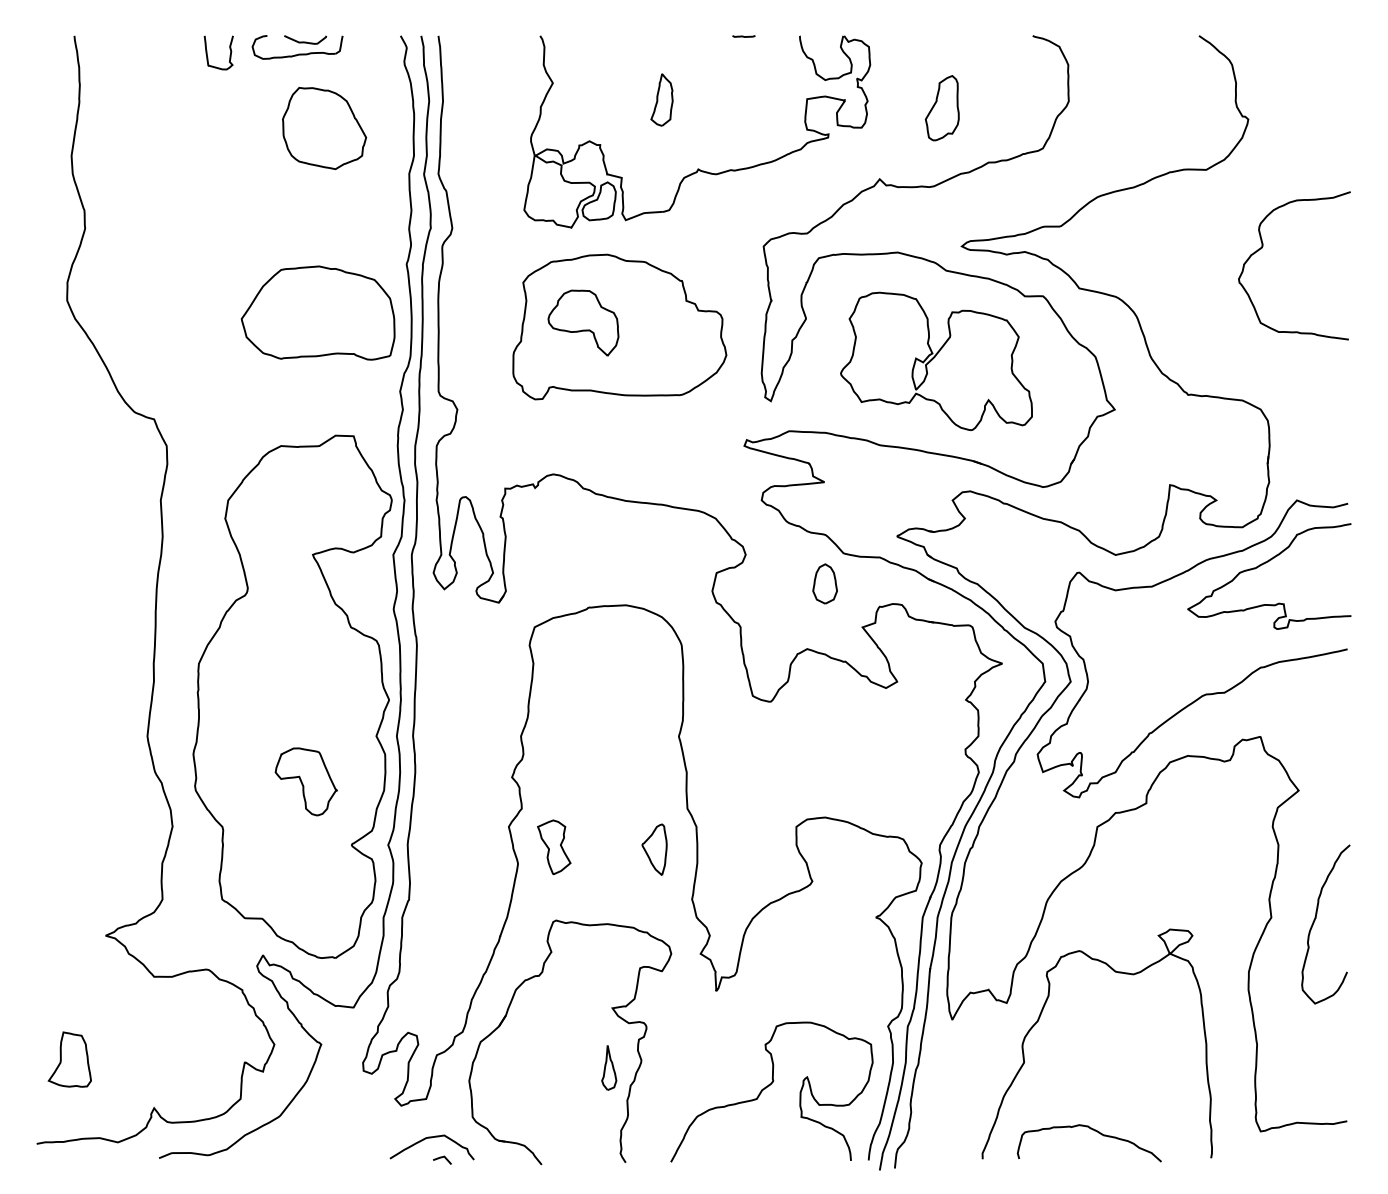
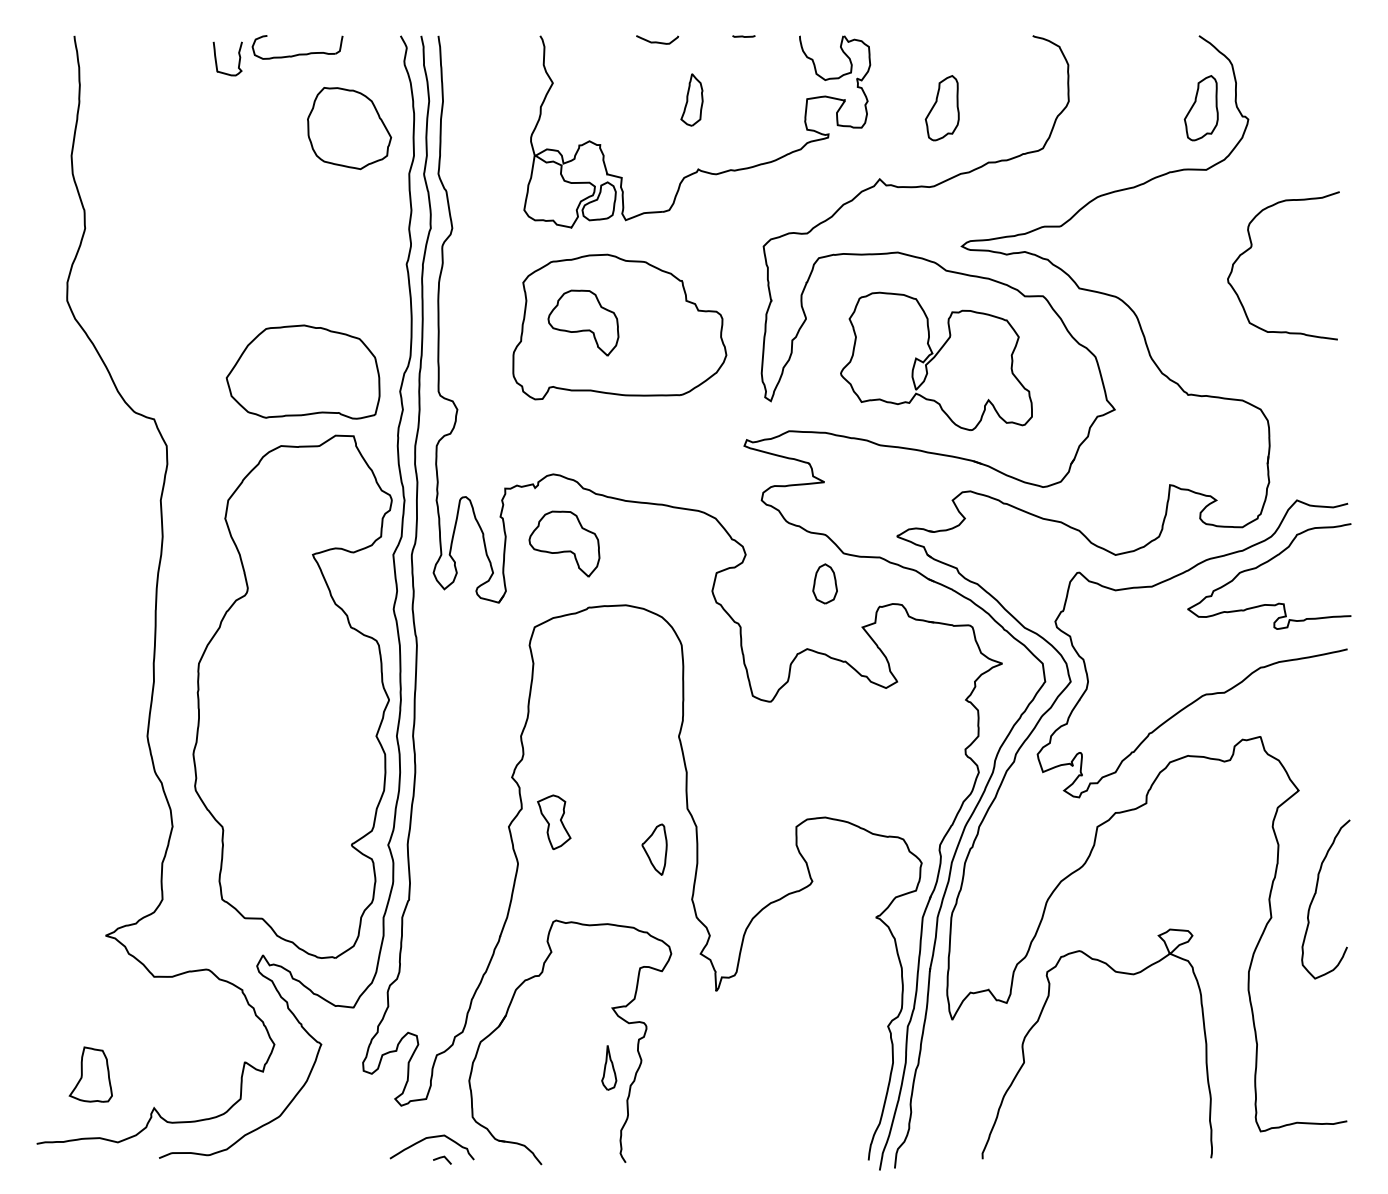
curve at (305, 41) position: (305, 41) -> (657, 41)
curve at (207, 52) position: (207, 52) -> (216, 58)
part at (661, 99) position: (661, 99) -> (691, 99)
part at (1200, 108): none -> present
part at (324, 128) position: (324, 128) -> (349, 128)
curve at (1262, 248) position: (1262, 248) -> (1251, 248)
part at (317, 312) position: (317, 312) -> (302, 371)
part at (564, 543): none -> present
part at (305, 781): present -> none
part at (554, 847) position: (554, 847) -> (554, 822)
curve at (1315, 920) position: (1315, 920) -> (1315, 895)
part at (69, 1059) position: (69, 1059) -> (90, 1074)
curve at (769, 1086): present -> none
curve at (1094, 1131): present -> none
